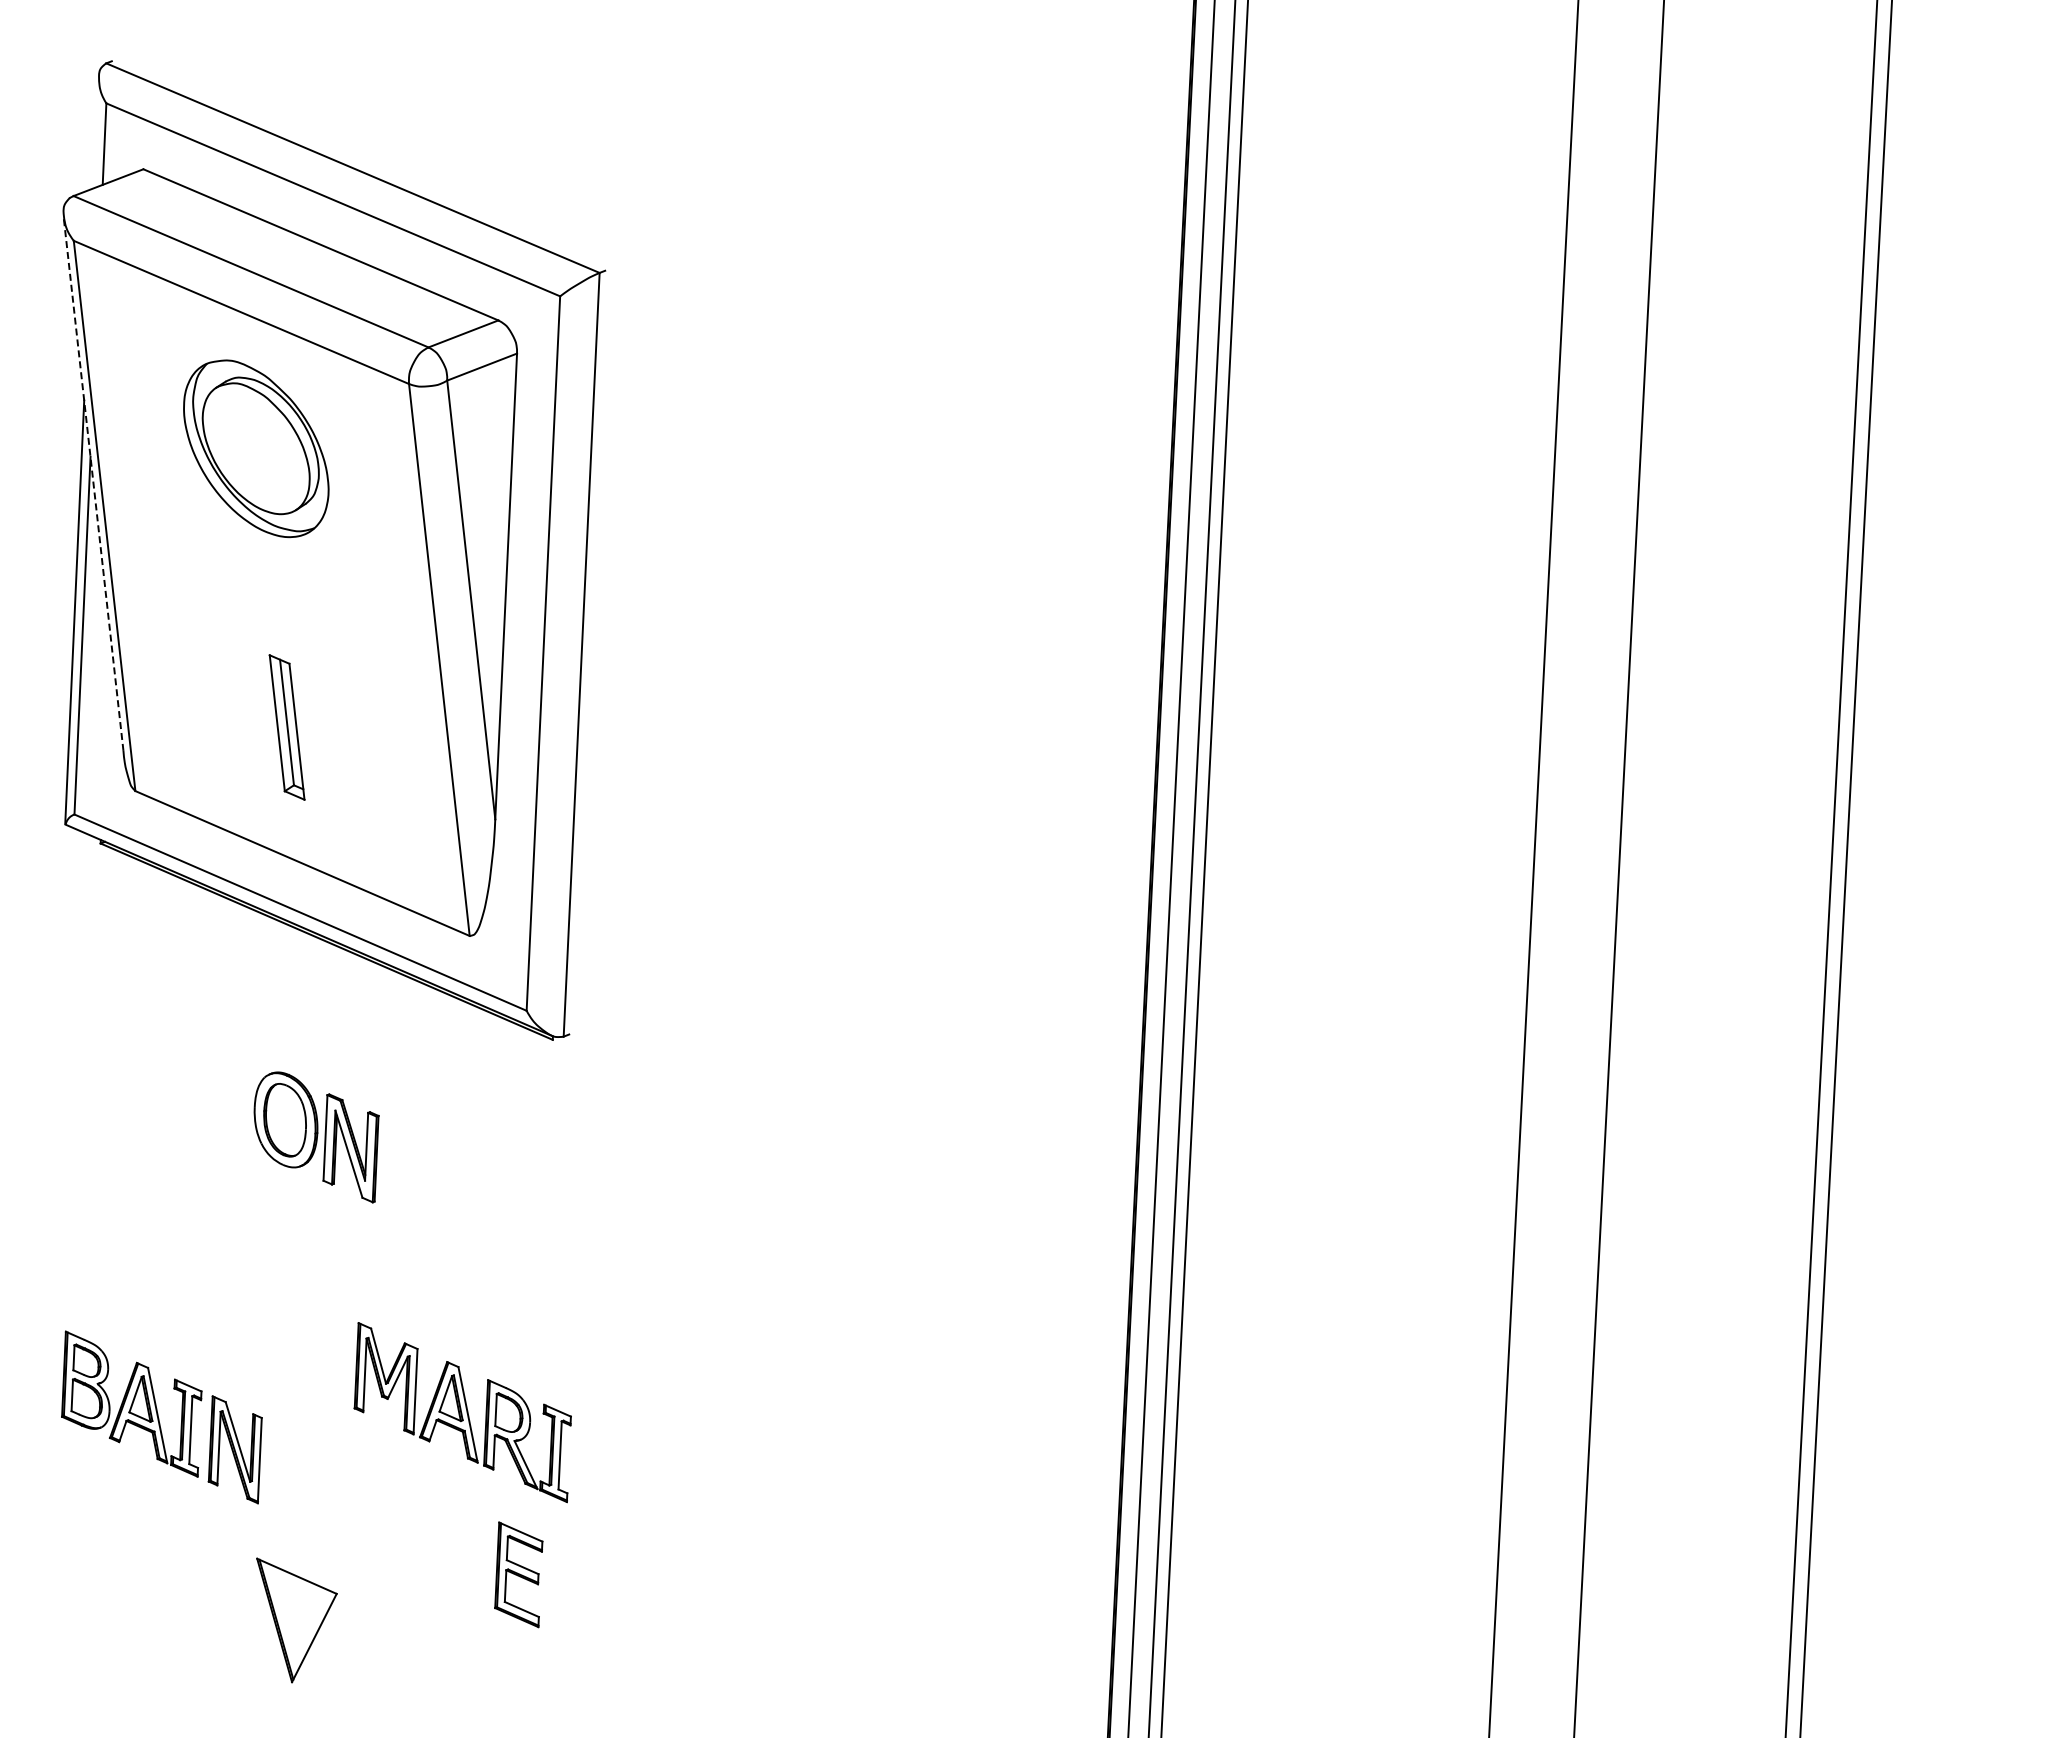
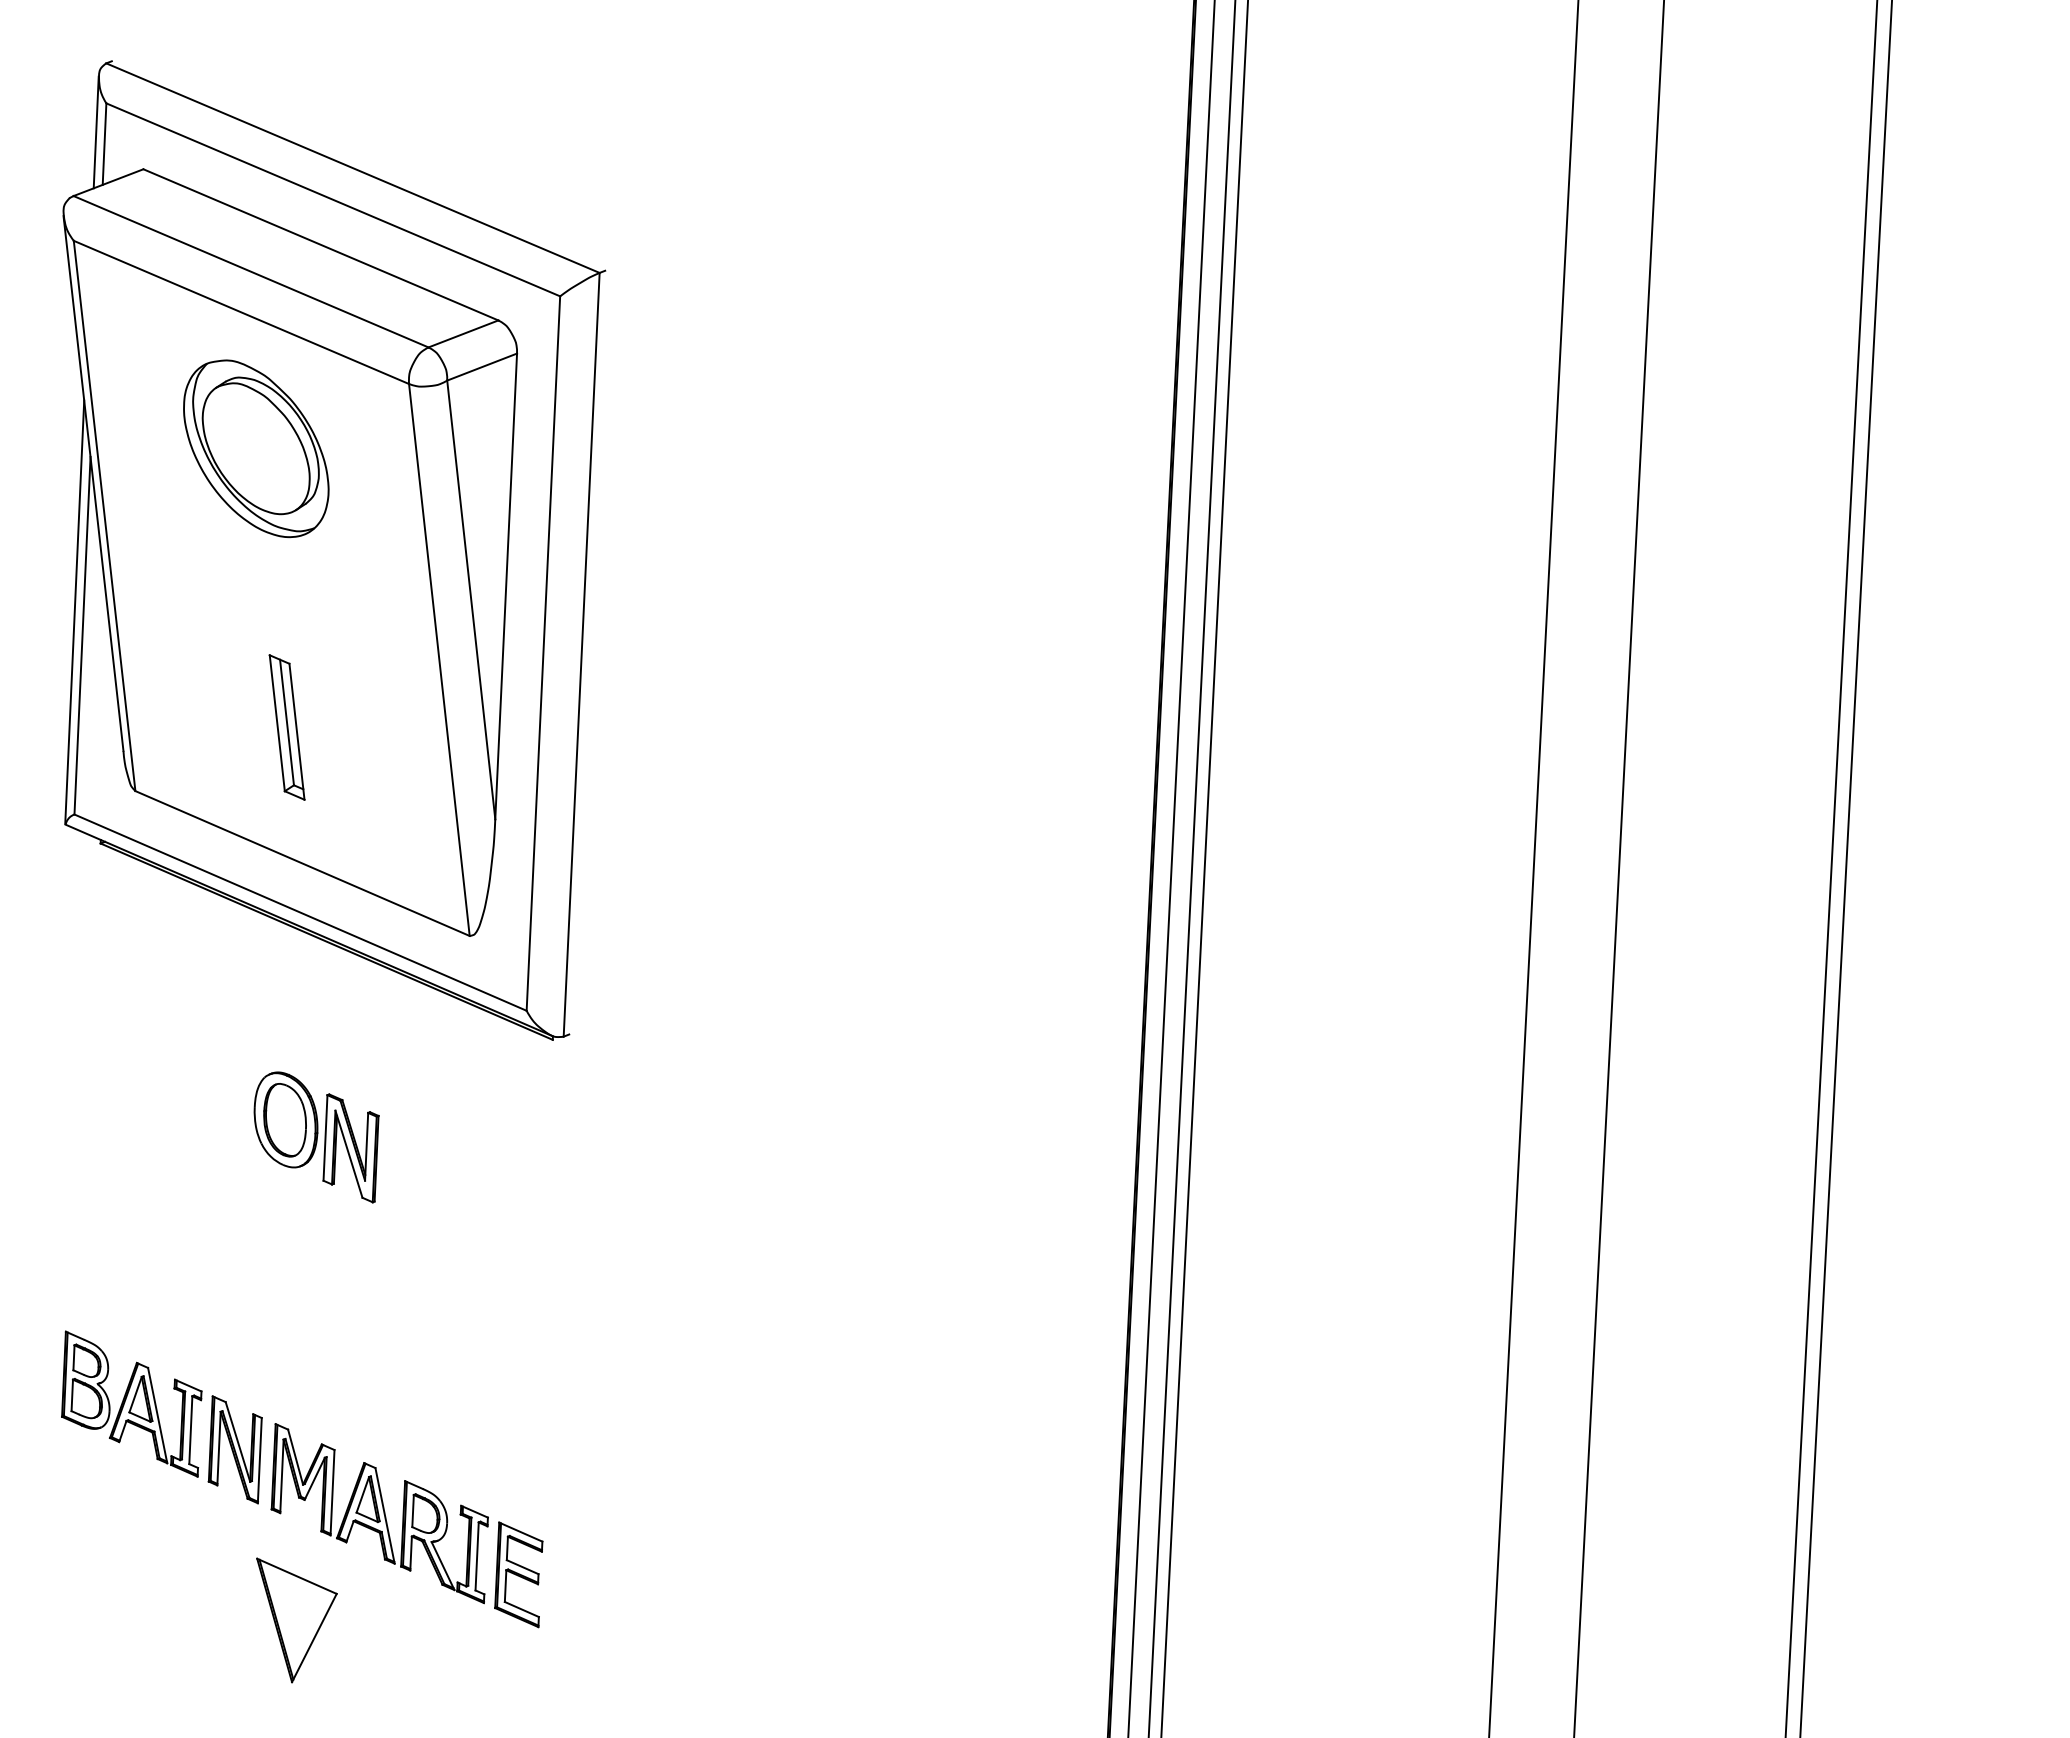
line at (95, 132): none -> present
line at (93, 483): dashed -> solid
part at (462, 1412) position: (462, 1412) -> (379, 1513)
